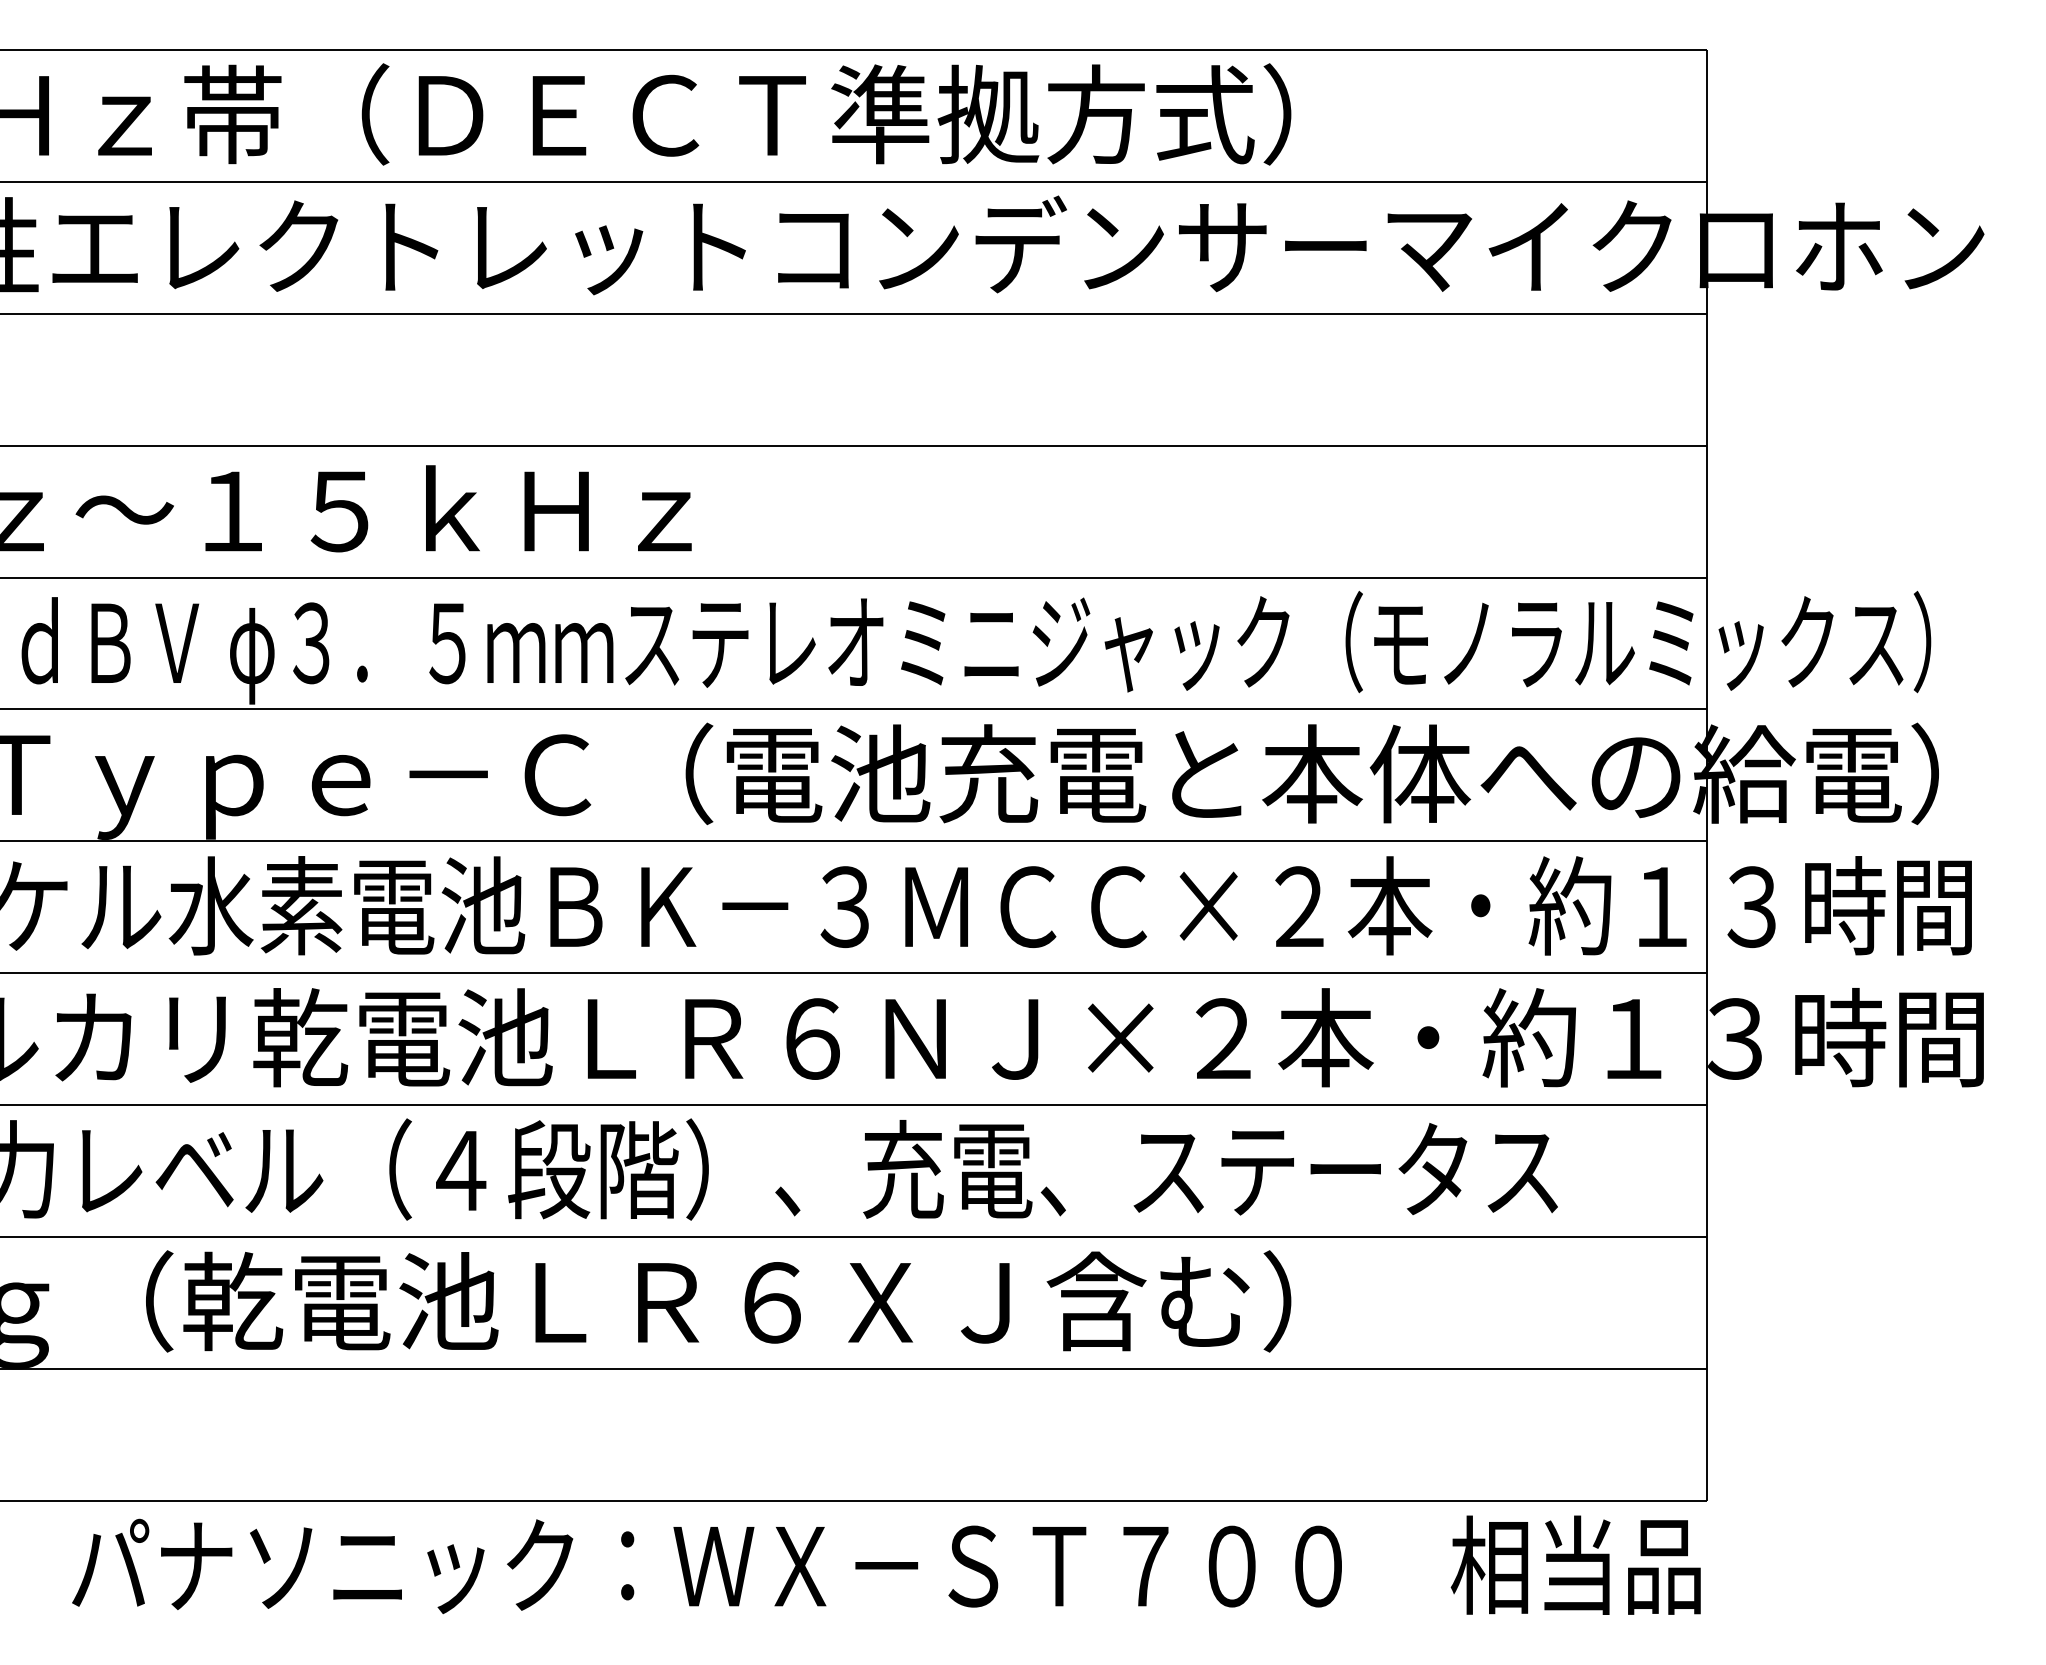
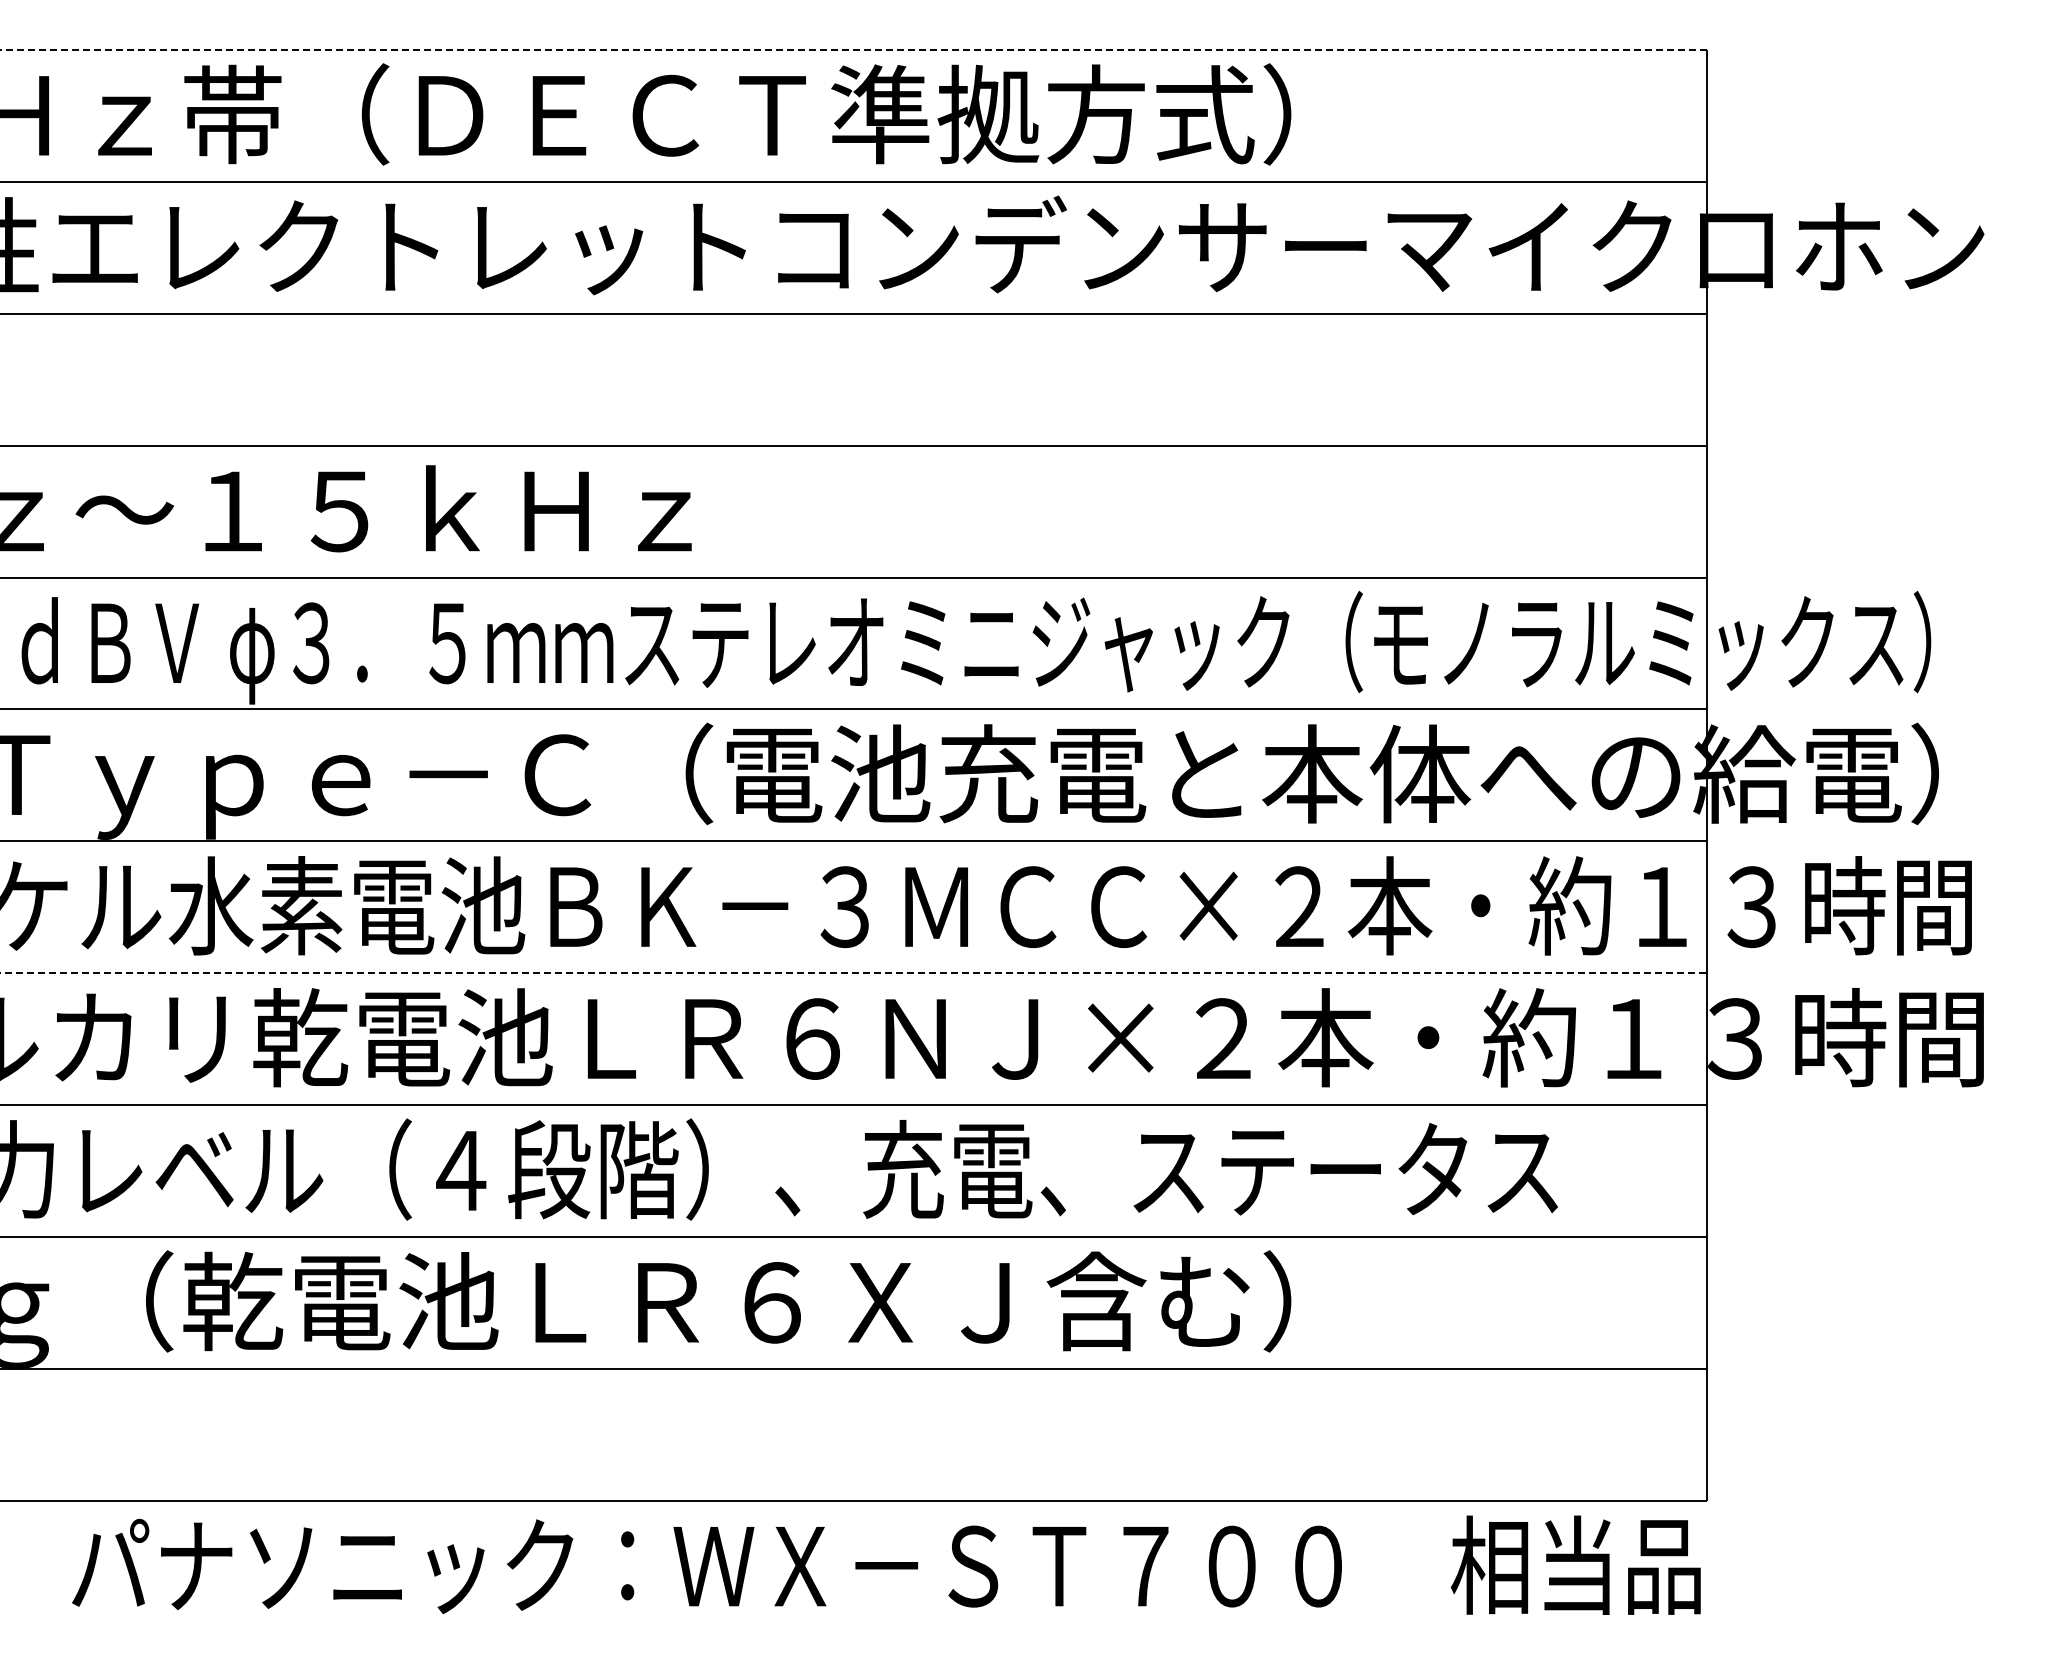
line at (853, 49): solid -> dashed
line at (854, 973): solid -> dashed
